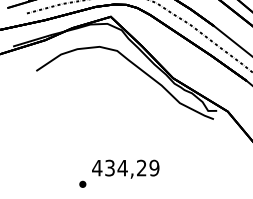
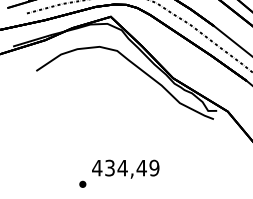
text at (141, 167): 434,29 -> 434,49
